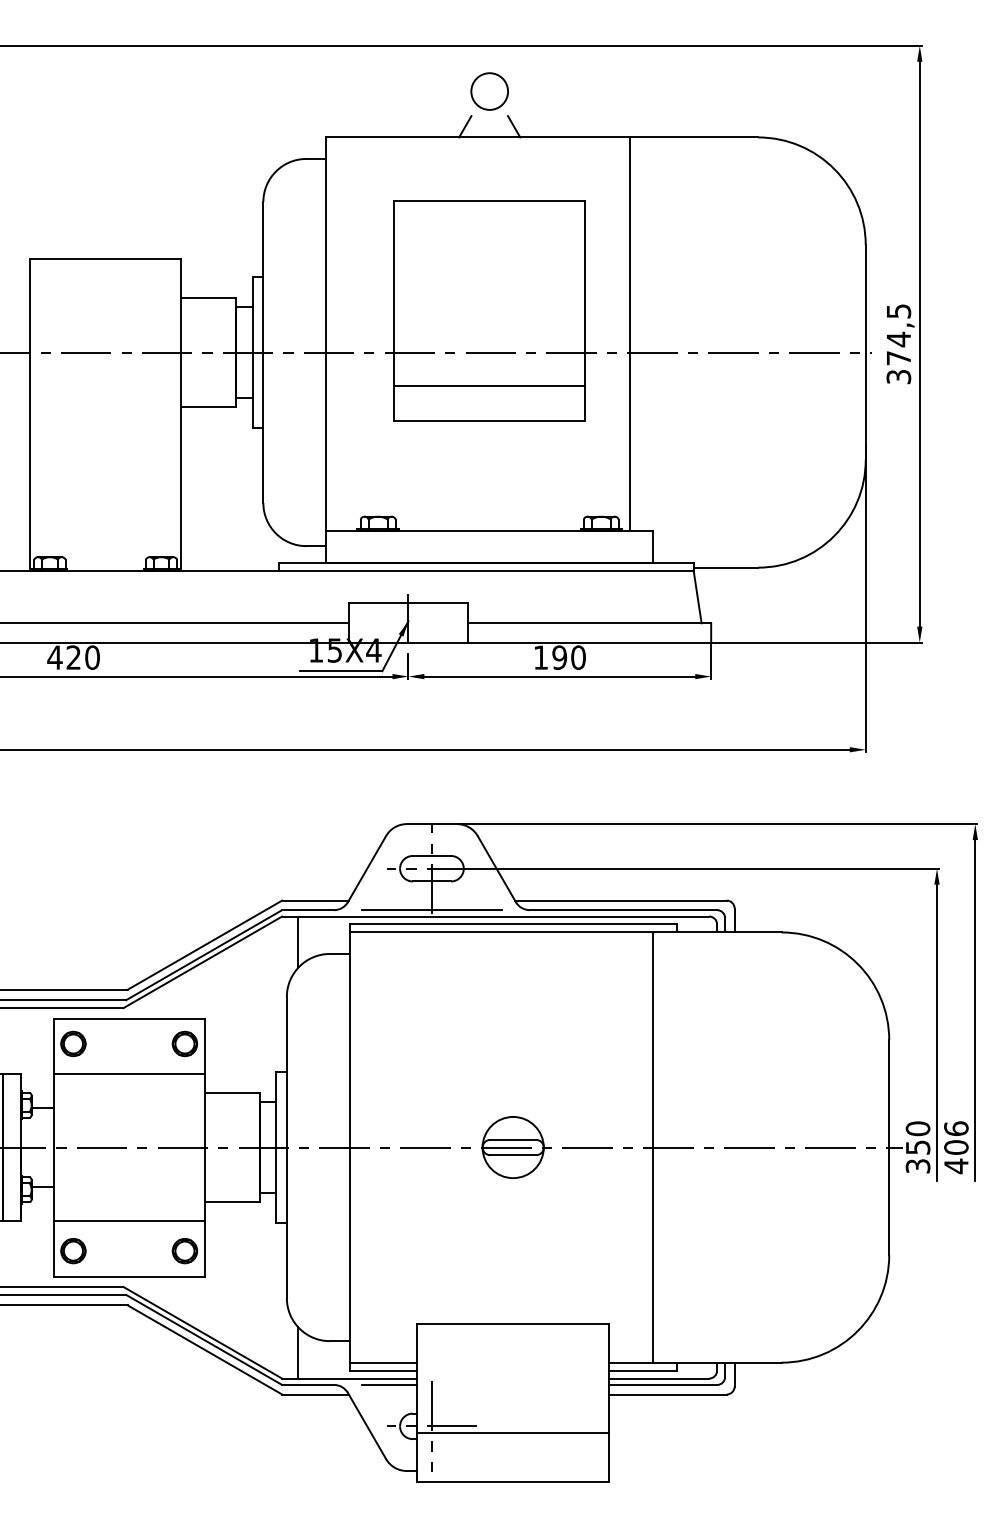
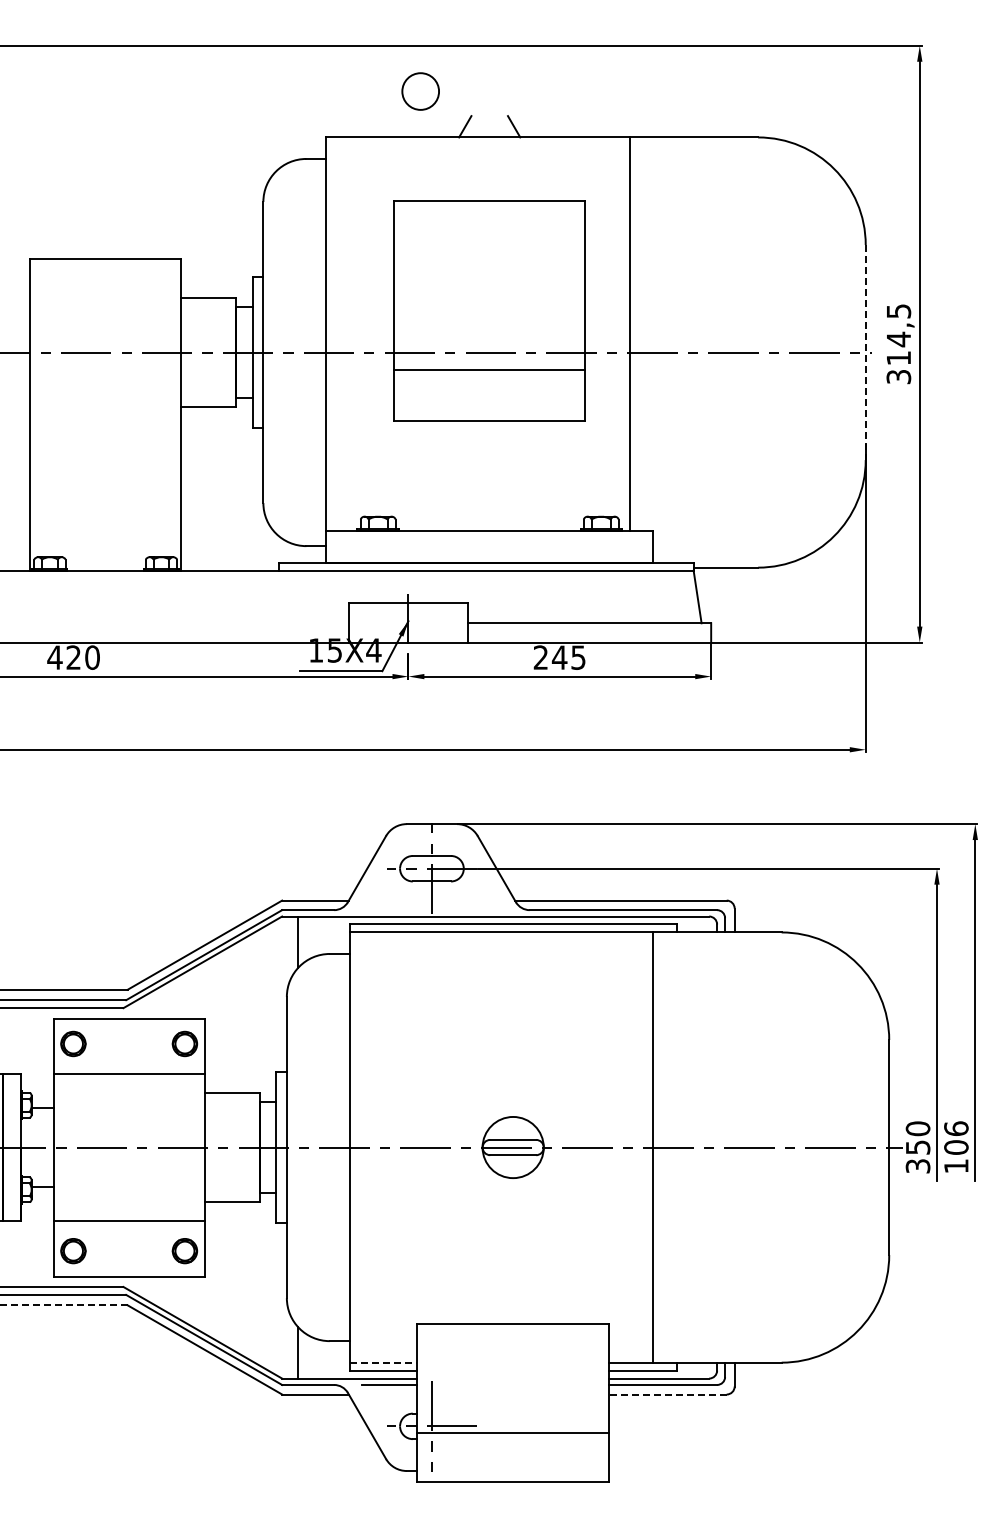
circle at (489, 91) position: (489, 91) -> (420, 91)
line at (865, 352): solid -> dashed
text at (898, 358): 374,5 -> 314,5
line at (489, 386) position: (489, 386) -> (489, 370)
line at (175, 623): present -> none
text at (559, 657): 190 -> 245
line at (431, 910): present -> none
text at (956, 1166): 406 -> 106
line at (63, 1305): solid -> dashed
line at (383, 1362): solid -> dashed
line at (667, 1394): solid -> dashed
